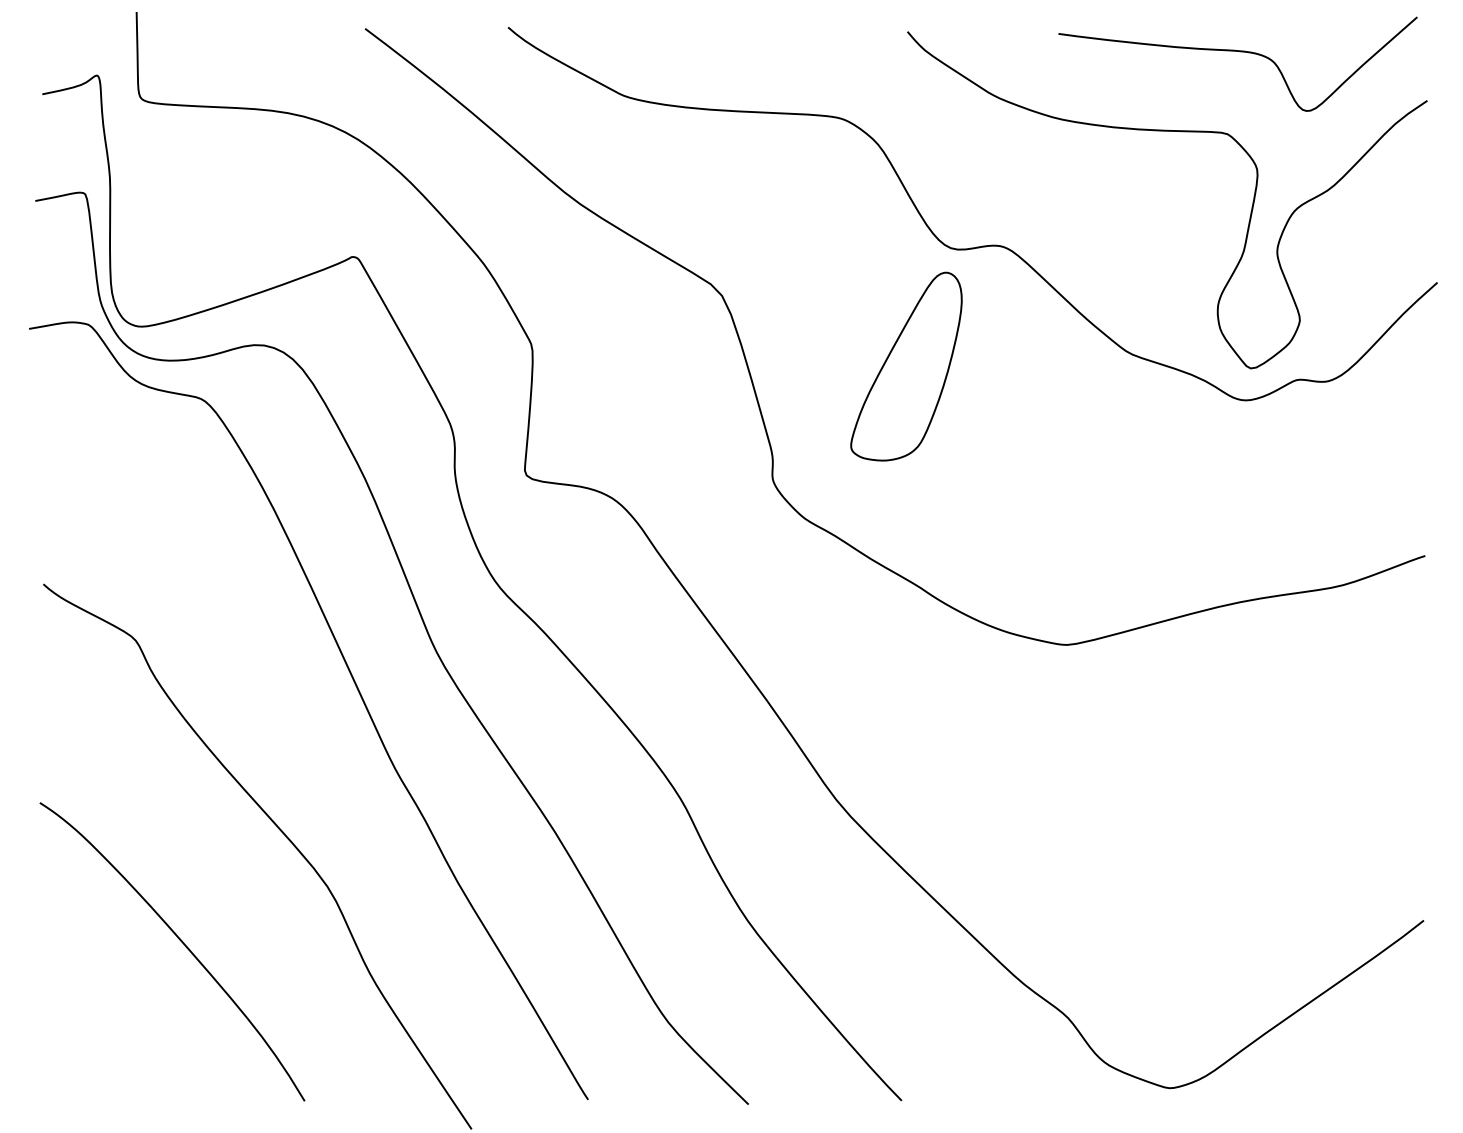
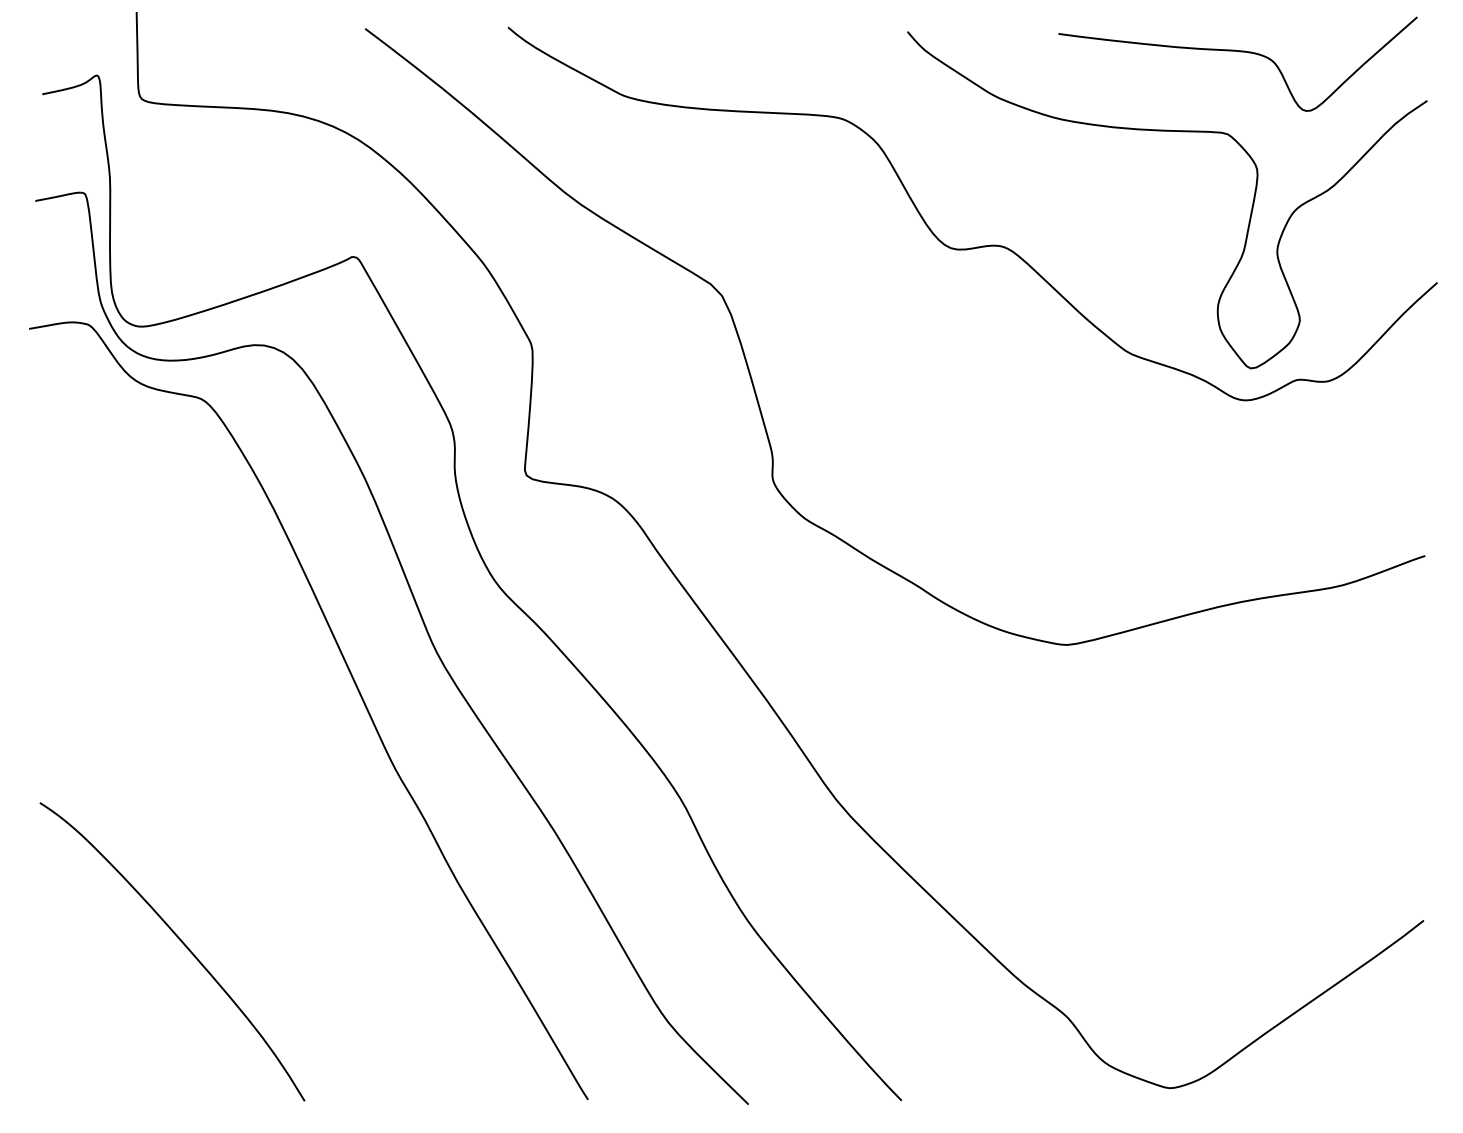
part at (906, 366): present -> none
curve at (281, 832): present -> none
